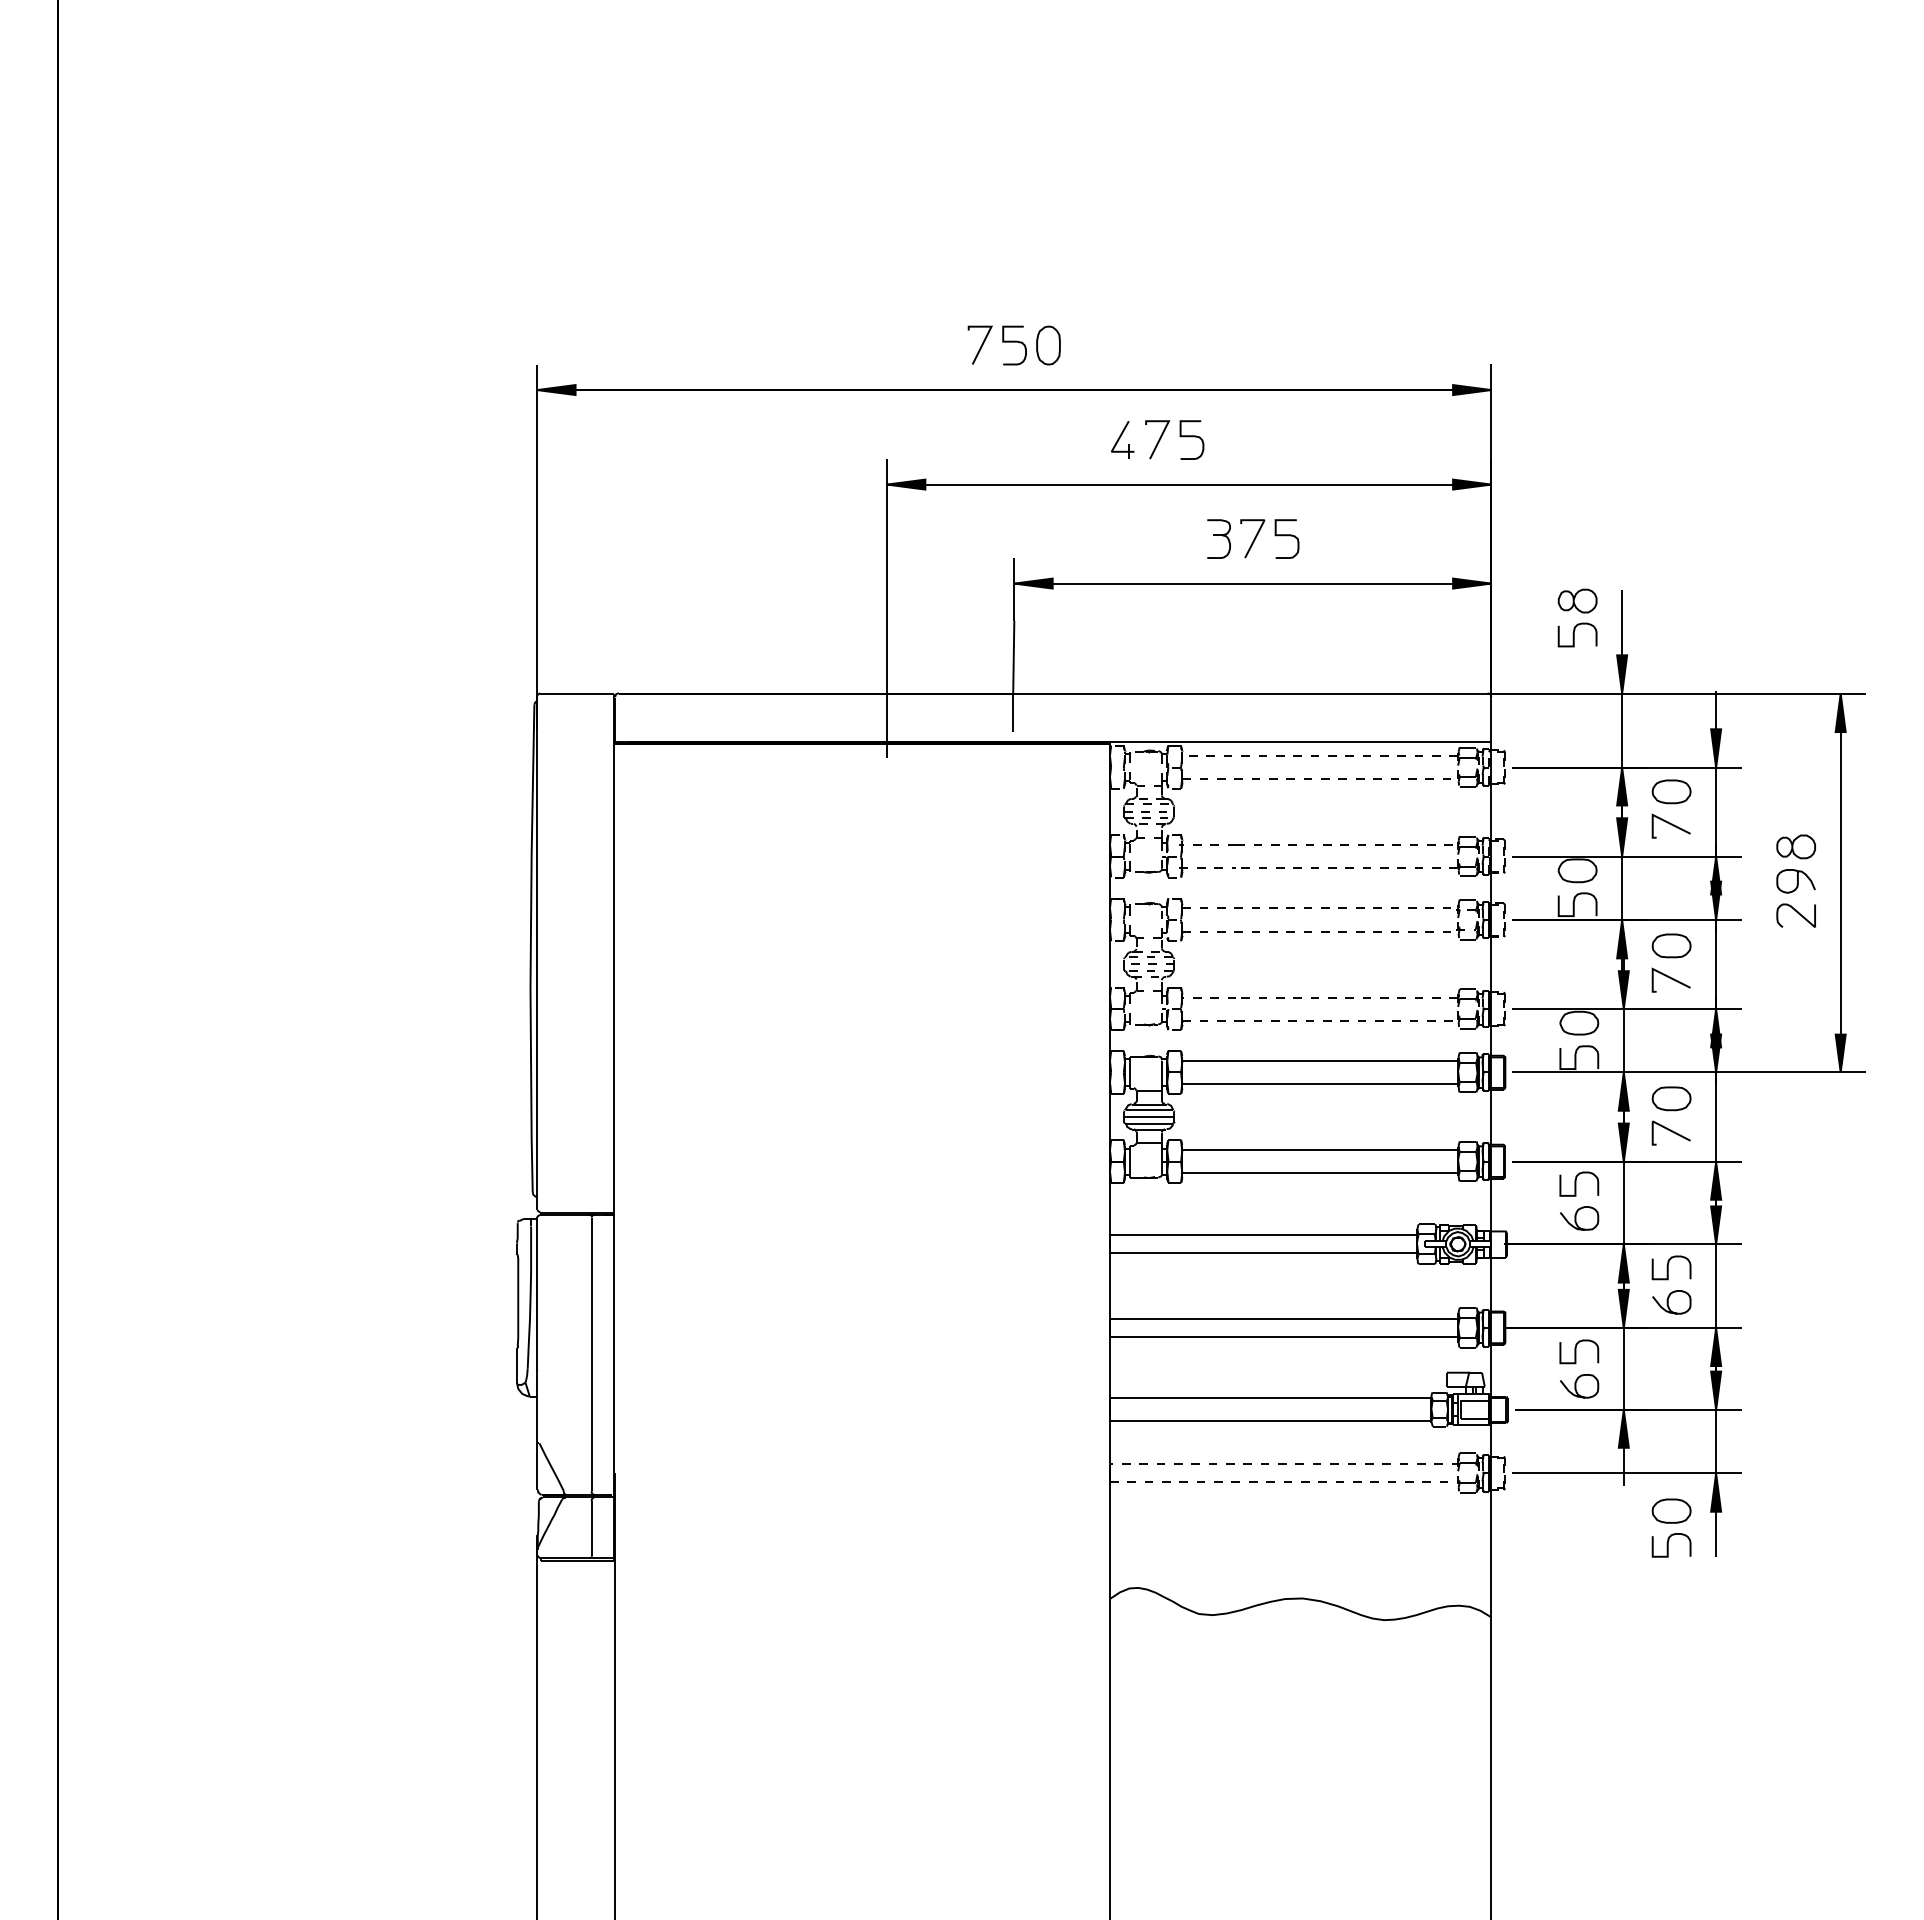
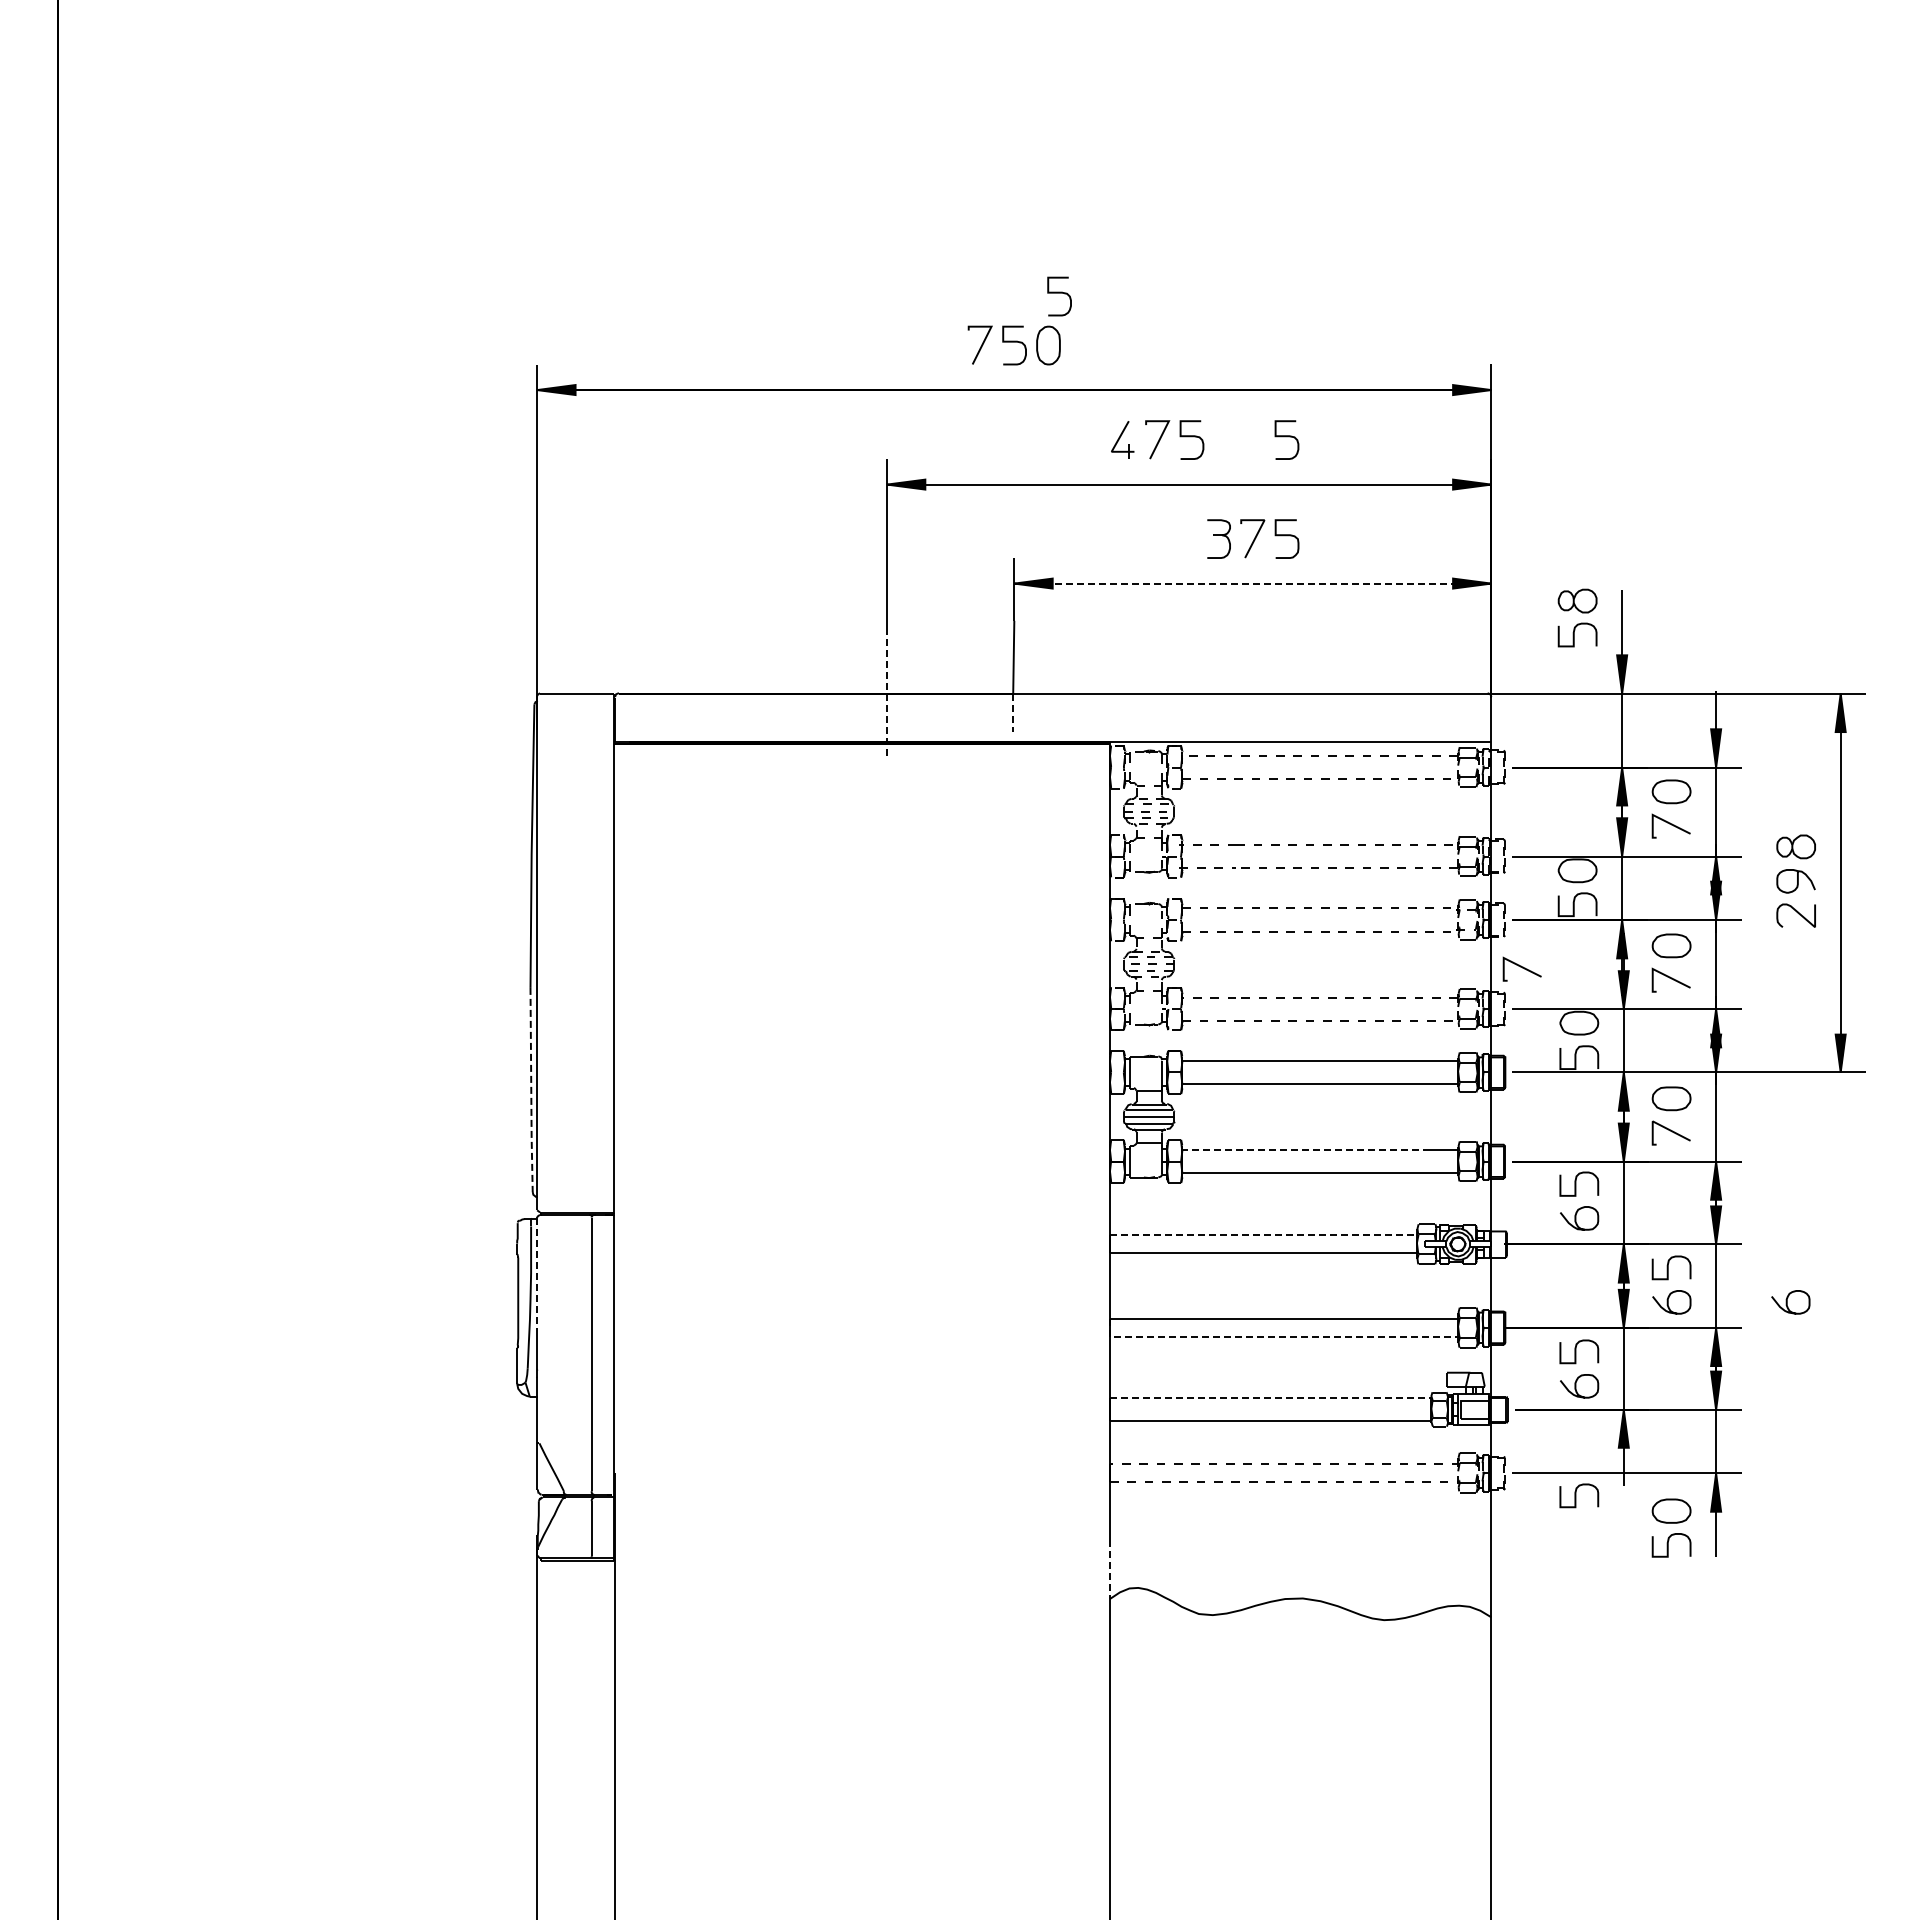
curve at (1059, 293): none -> present
curve at (1286, 437): none -> present
line at (1252, 583): solid -> dashed
line at (886, 692): solid -> dashed
line at (1013, 712): solid -> dashed
line at (1521, 967): none -> present
line at (531, 1090): solid -> dashed
line at (1306, 1150): solid -> dashed
line at (1263, 1235): solid -> dashed
line at (537, 1276): solid -> dashed
curve at (1787, 1302): none -> present
line at (1275, 1337): solid -> dashed
line at (1270, 1398): solid -> dashed
curve at (1576, 1495): none -> present
line at (1109, 1569): solid -> dashed
